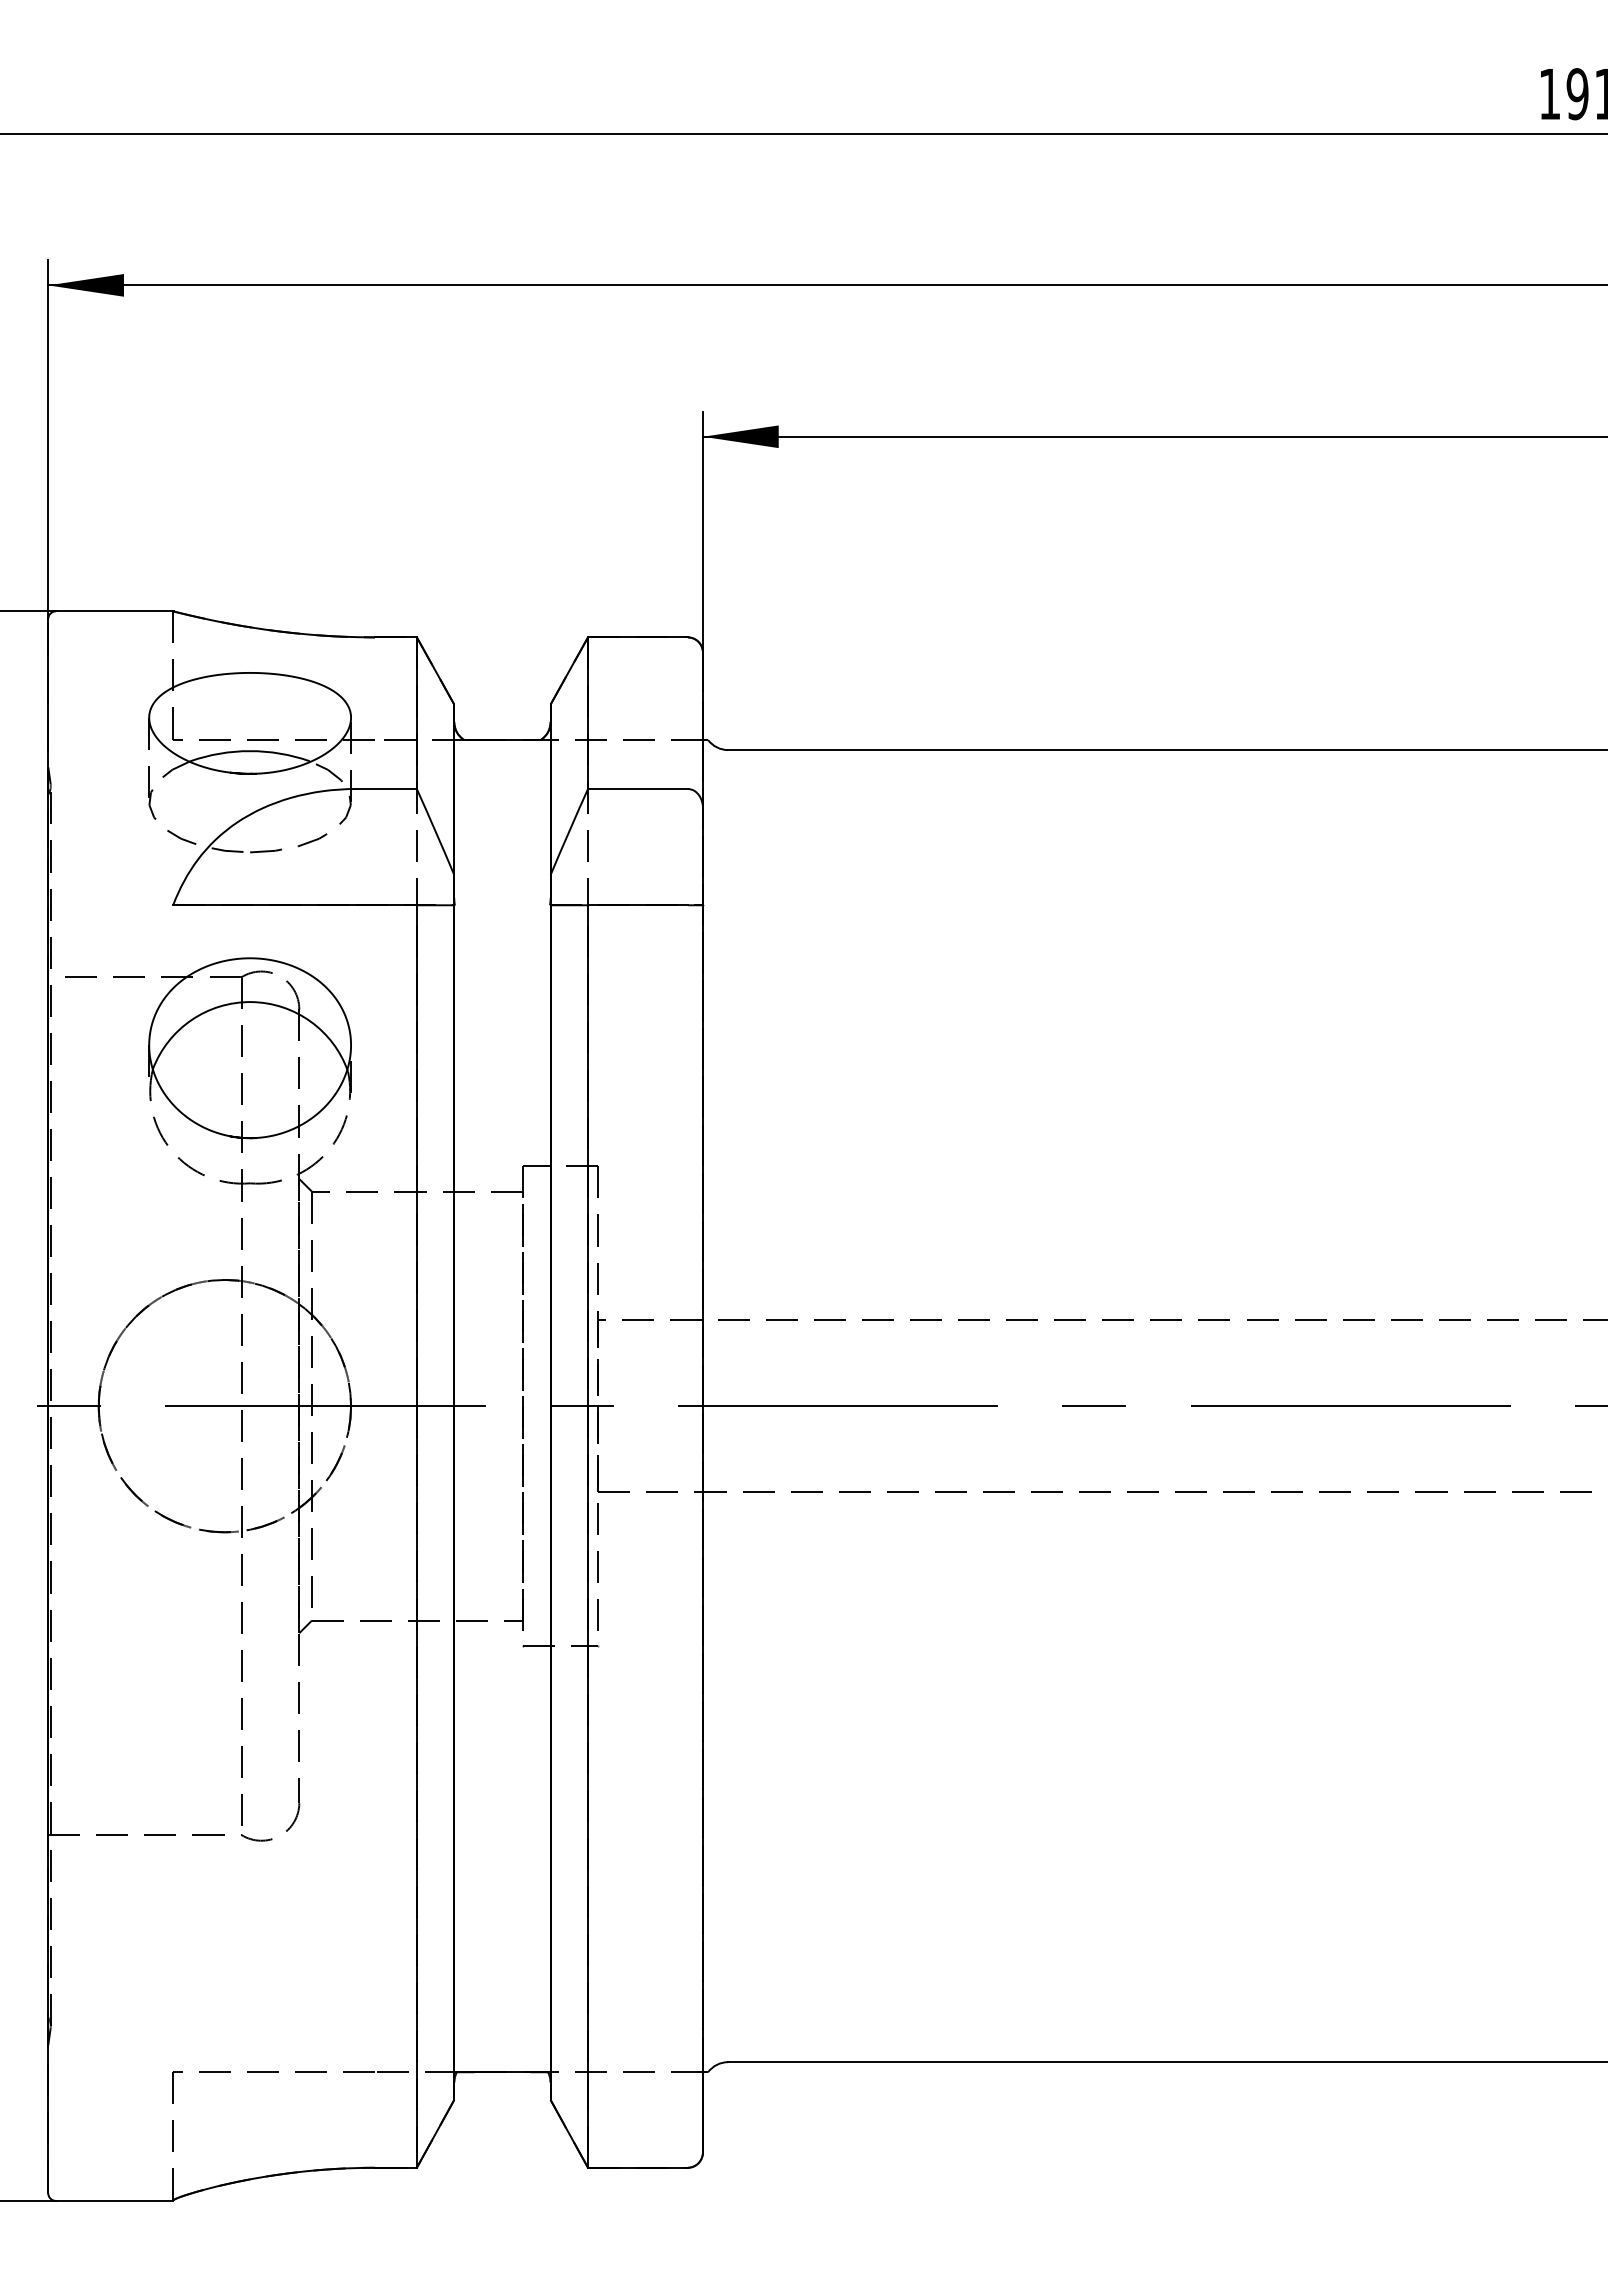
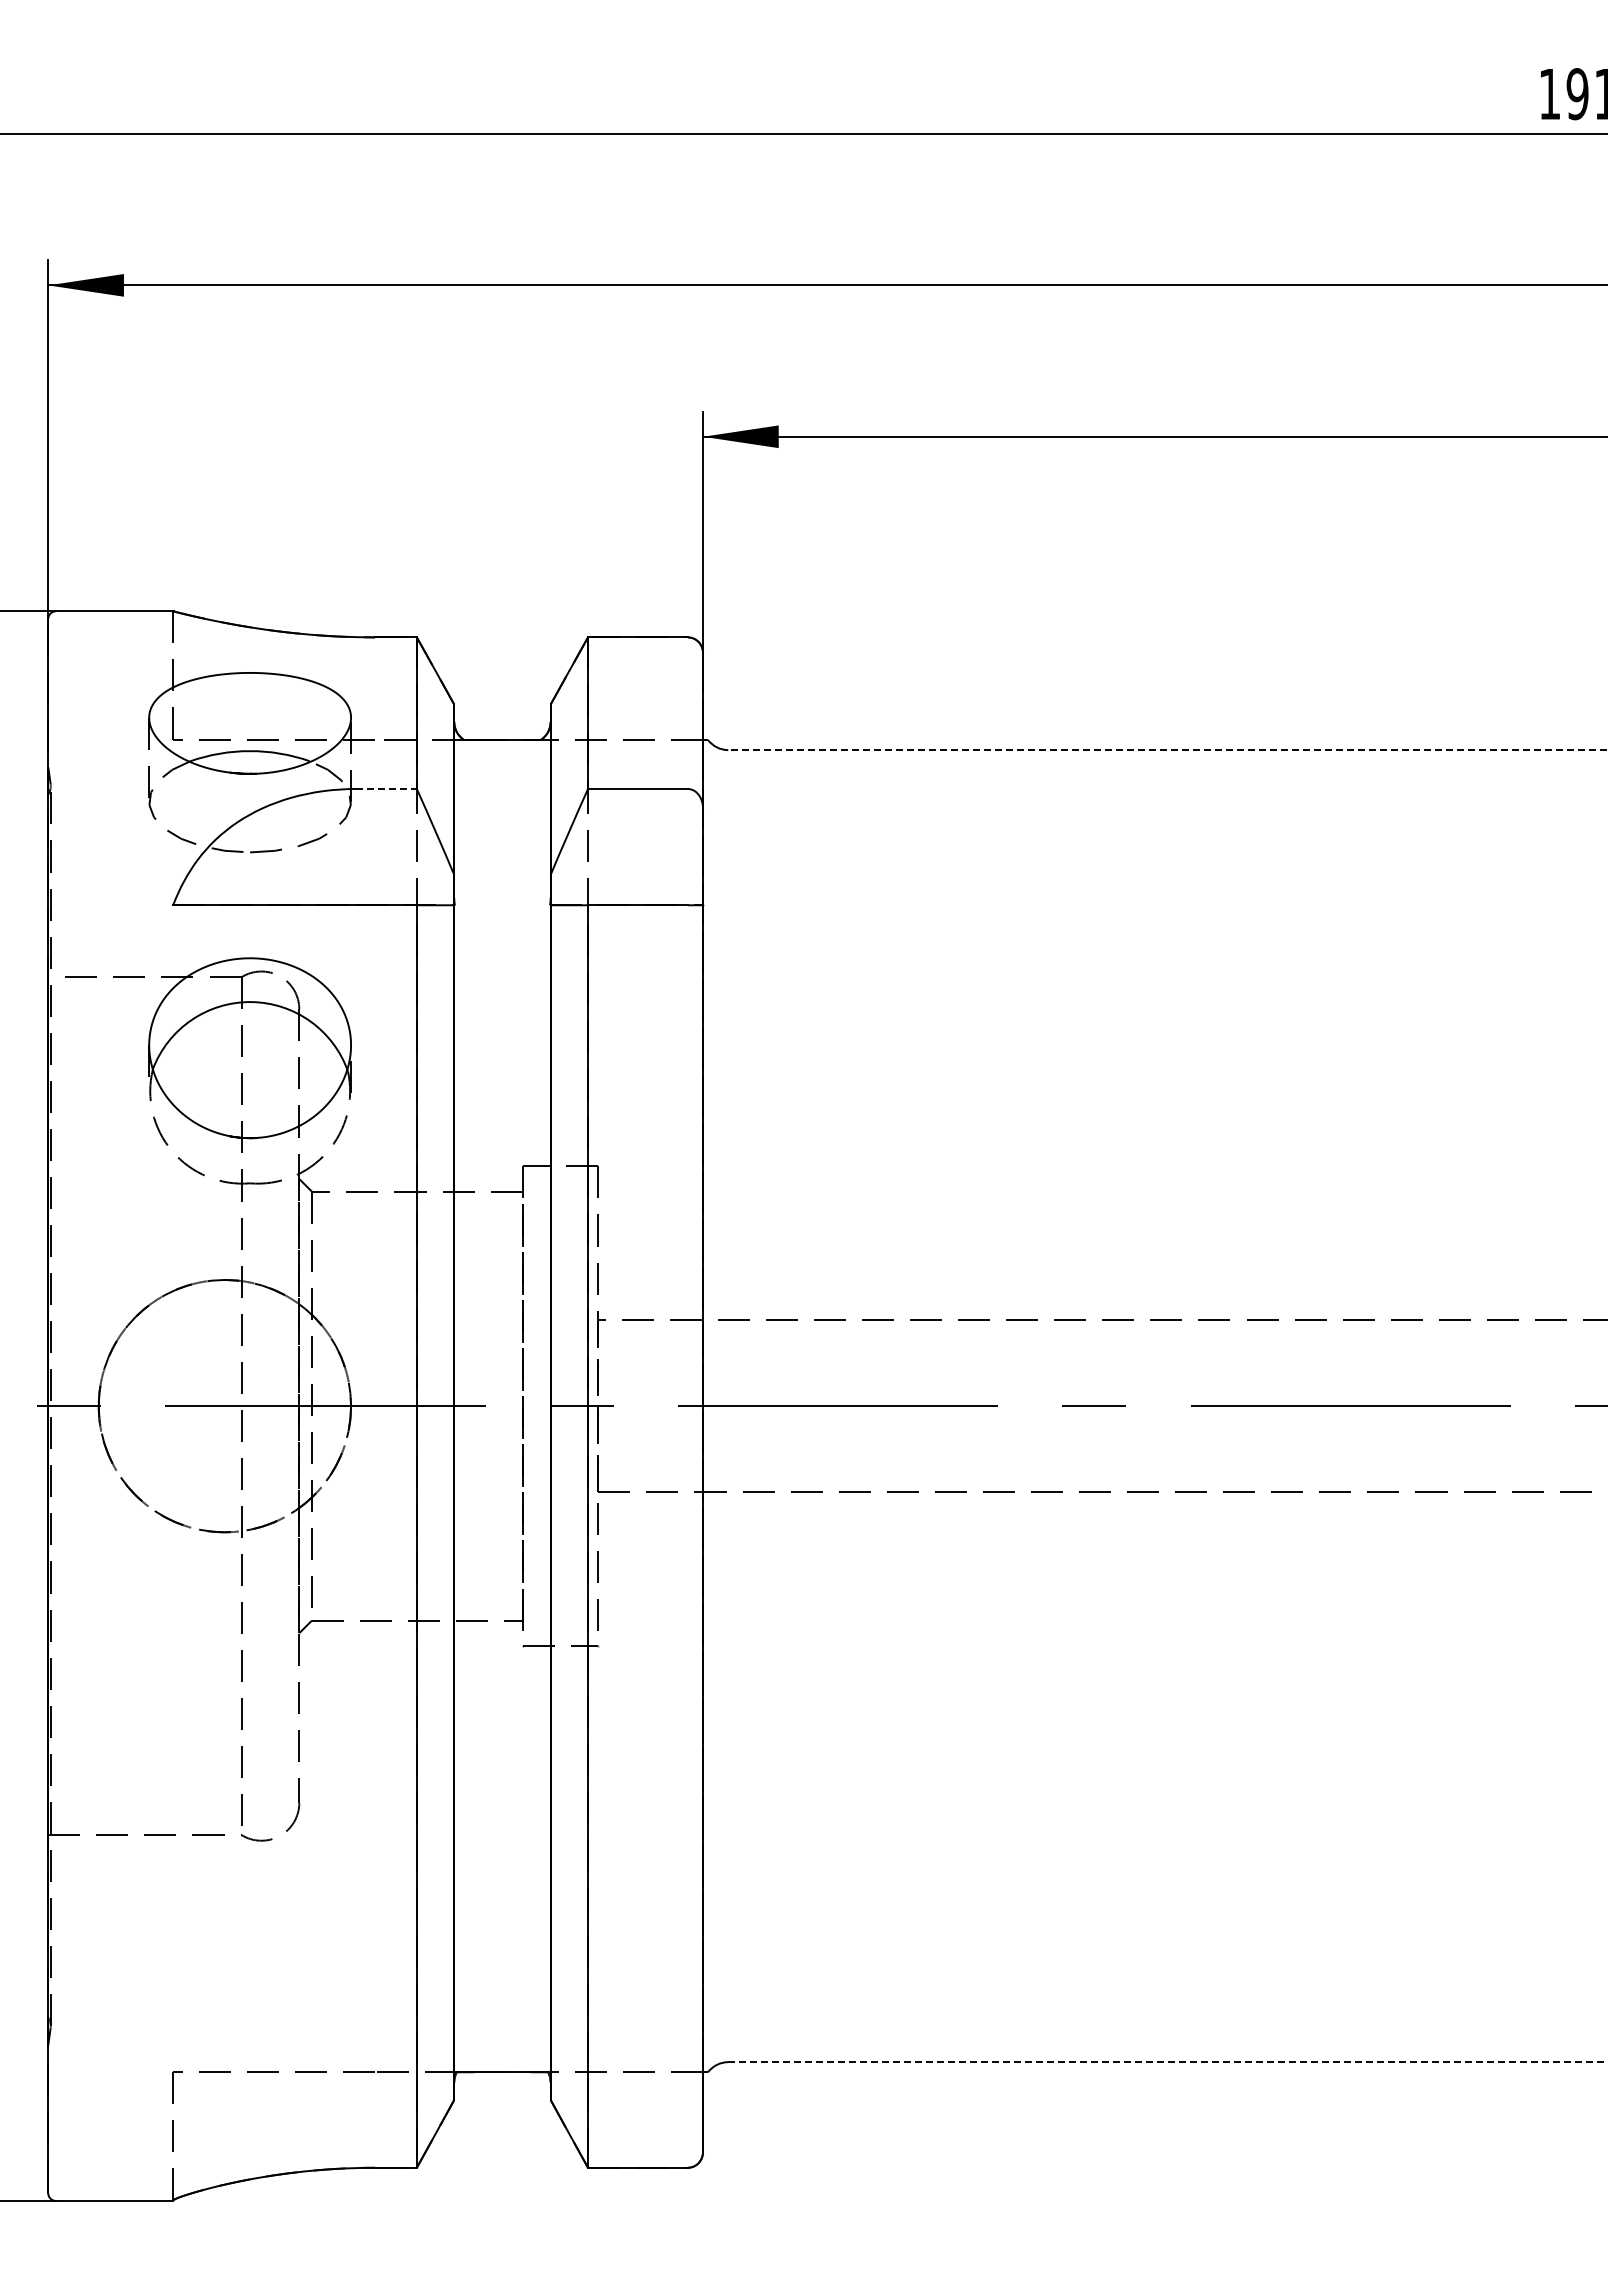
line at (1167, 750): solid -> dashed
line at (386, 789): solid -> dashed
line at (1167, 2062): solid -> dashed
